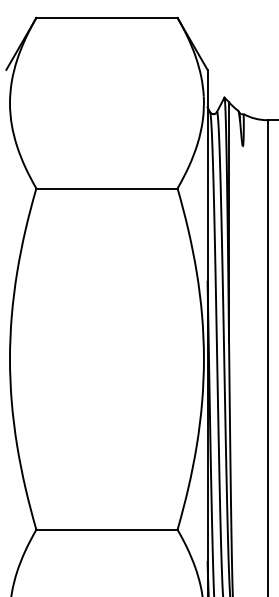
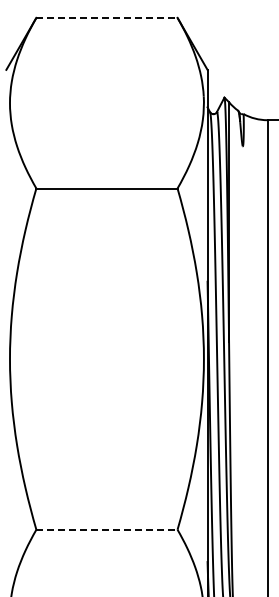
line at (106, 17): solid -> dashed
line at (106, 529): solid -> dashed
